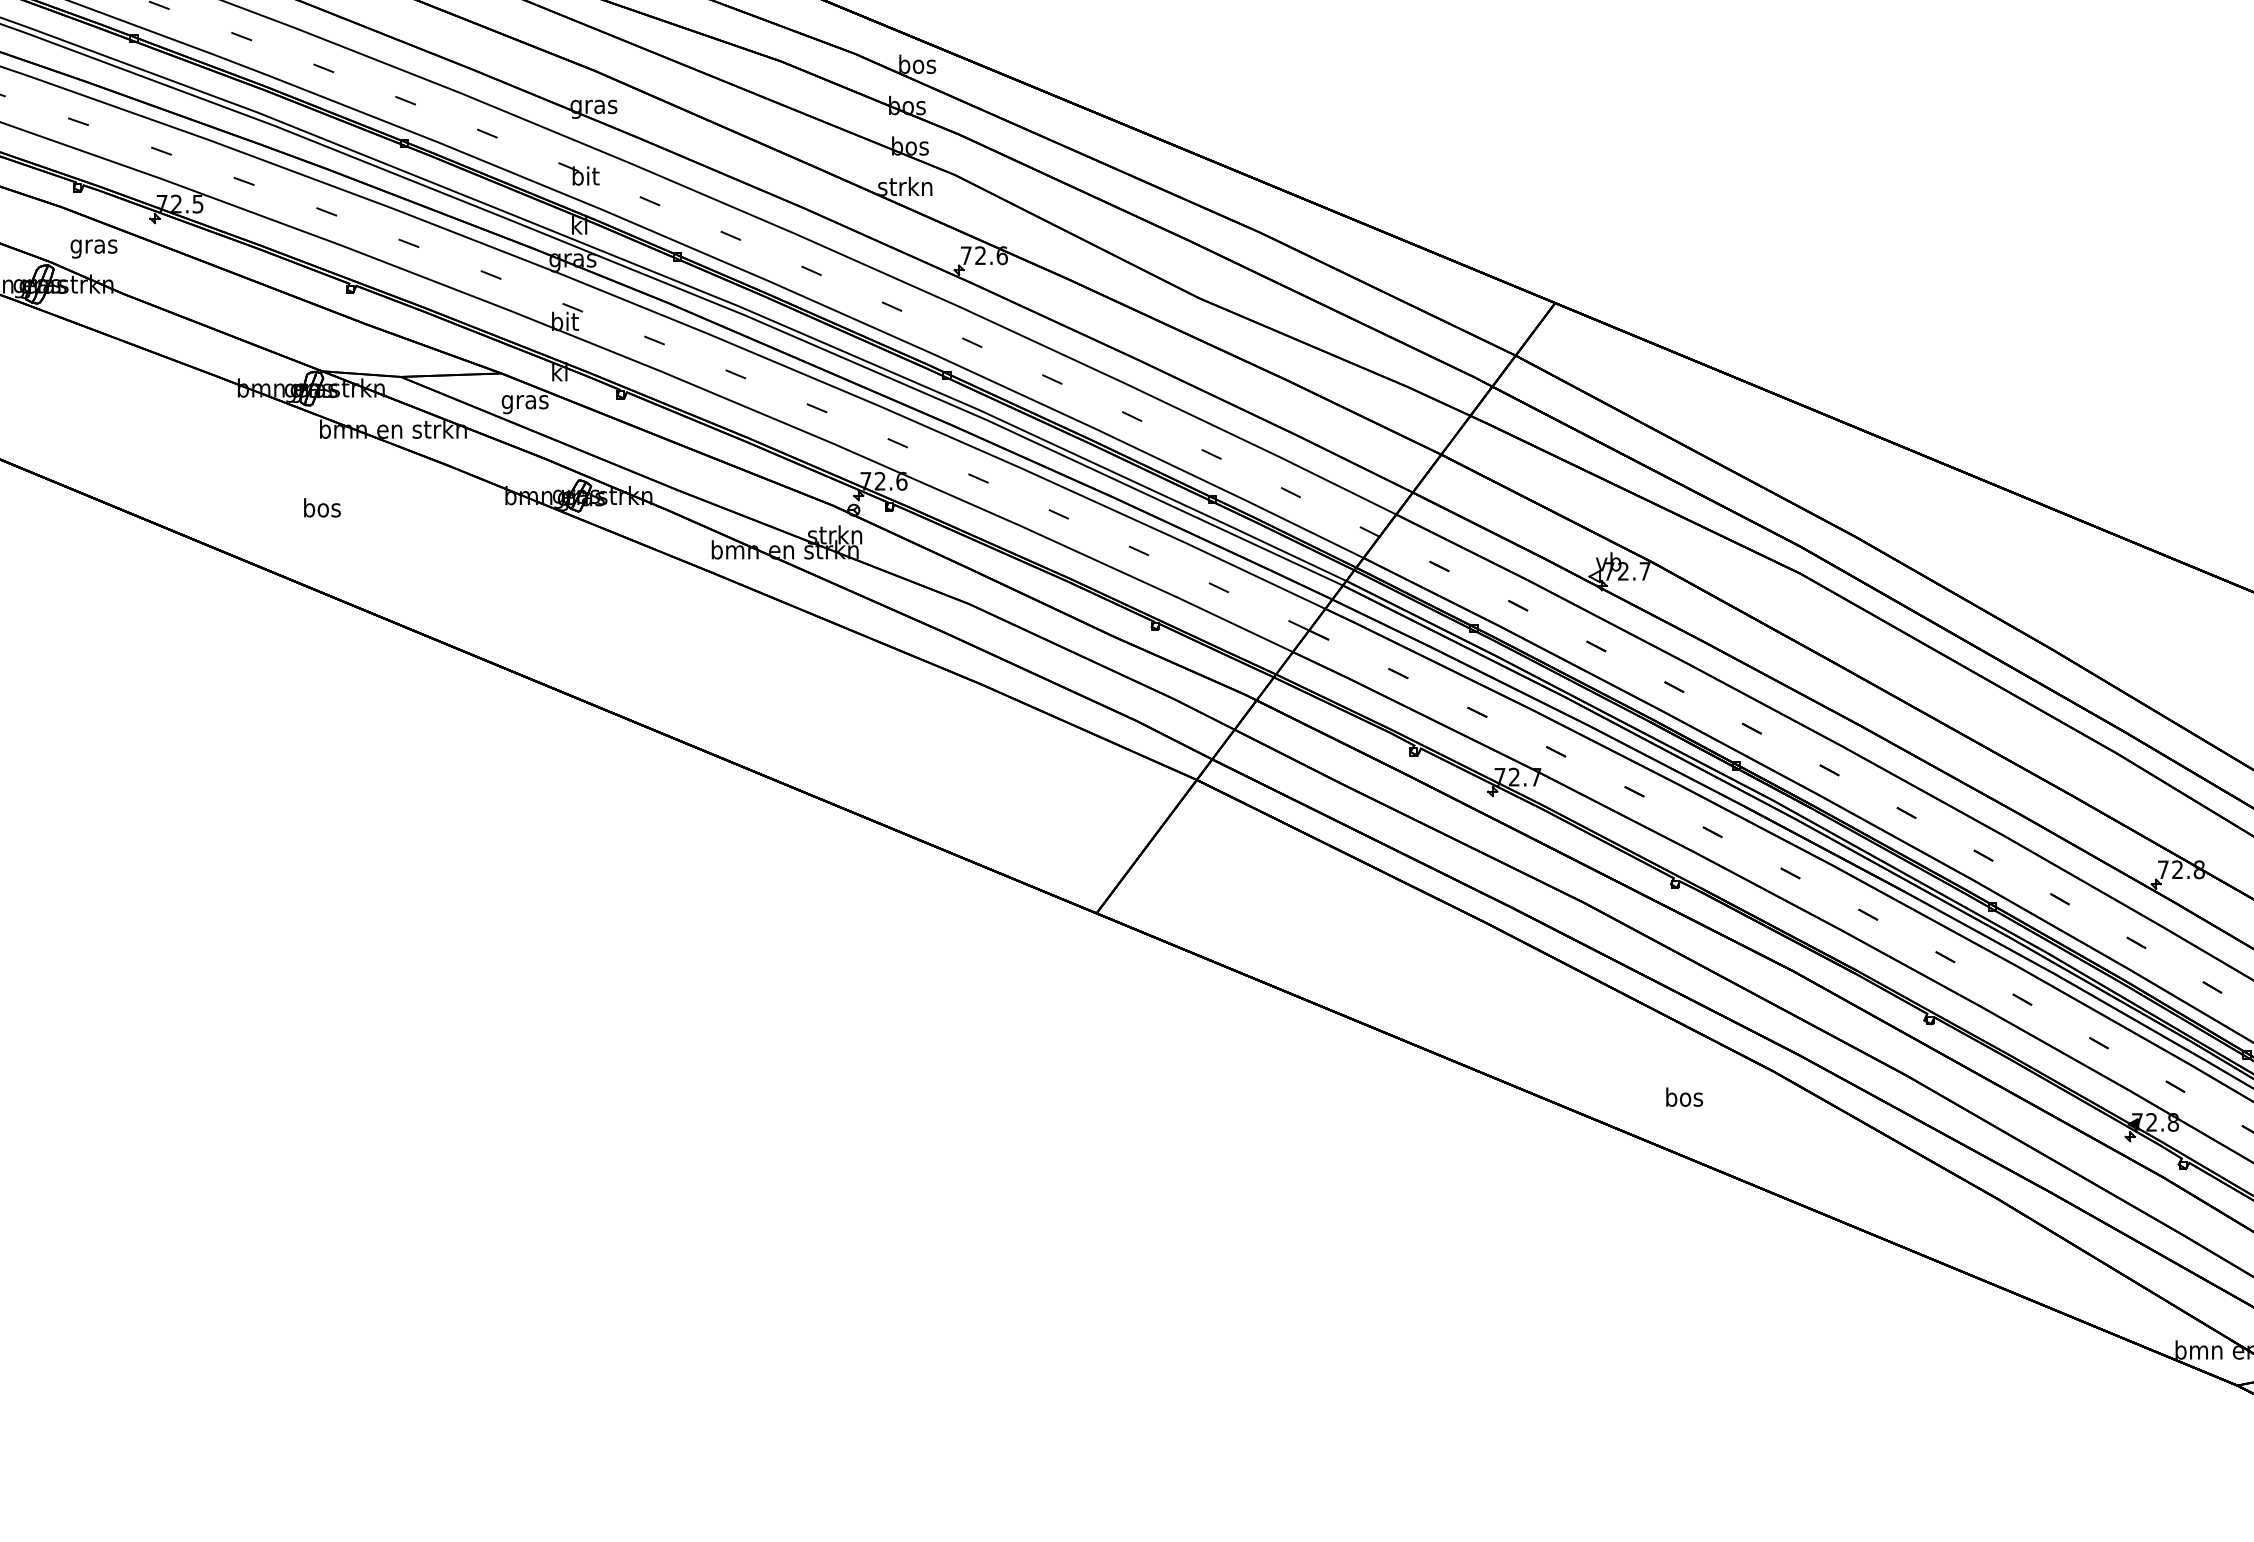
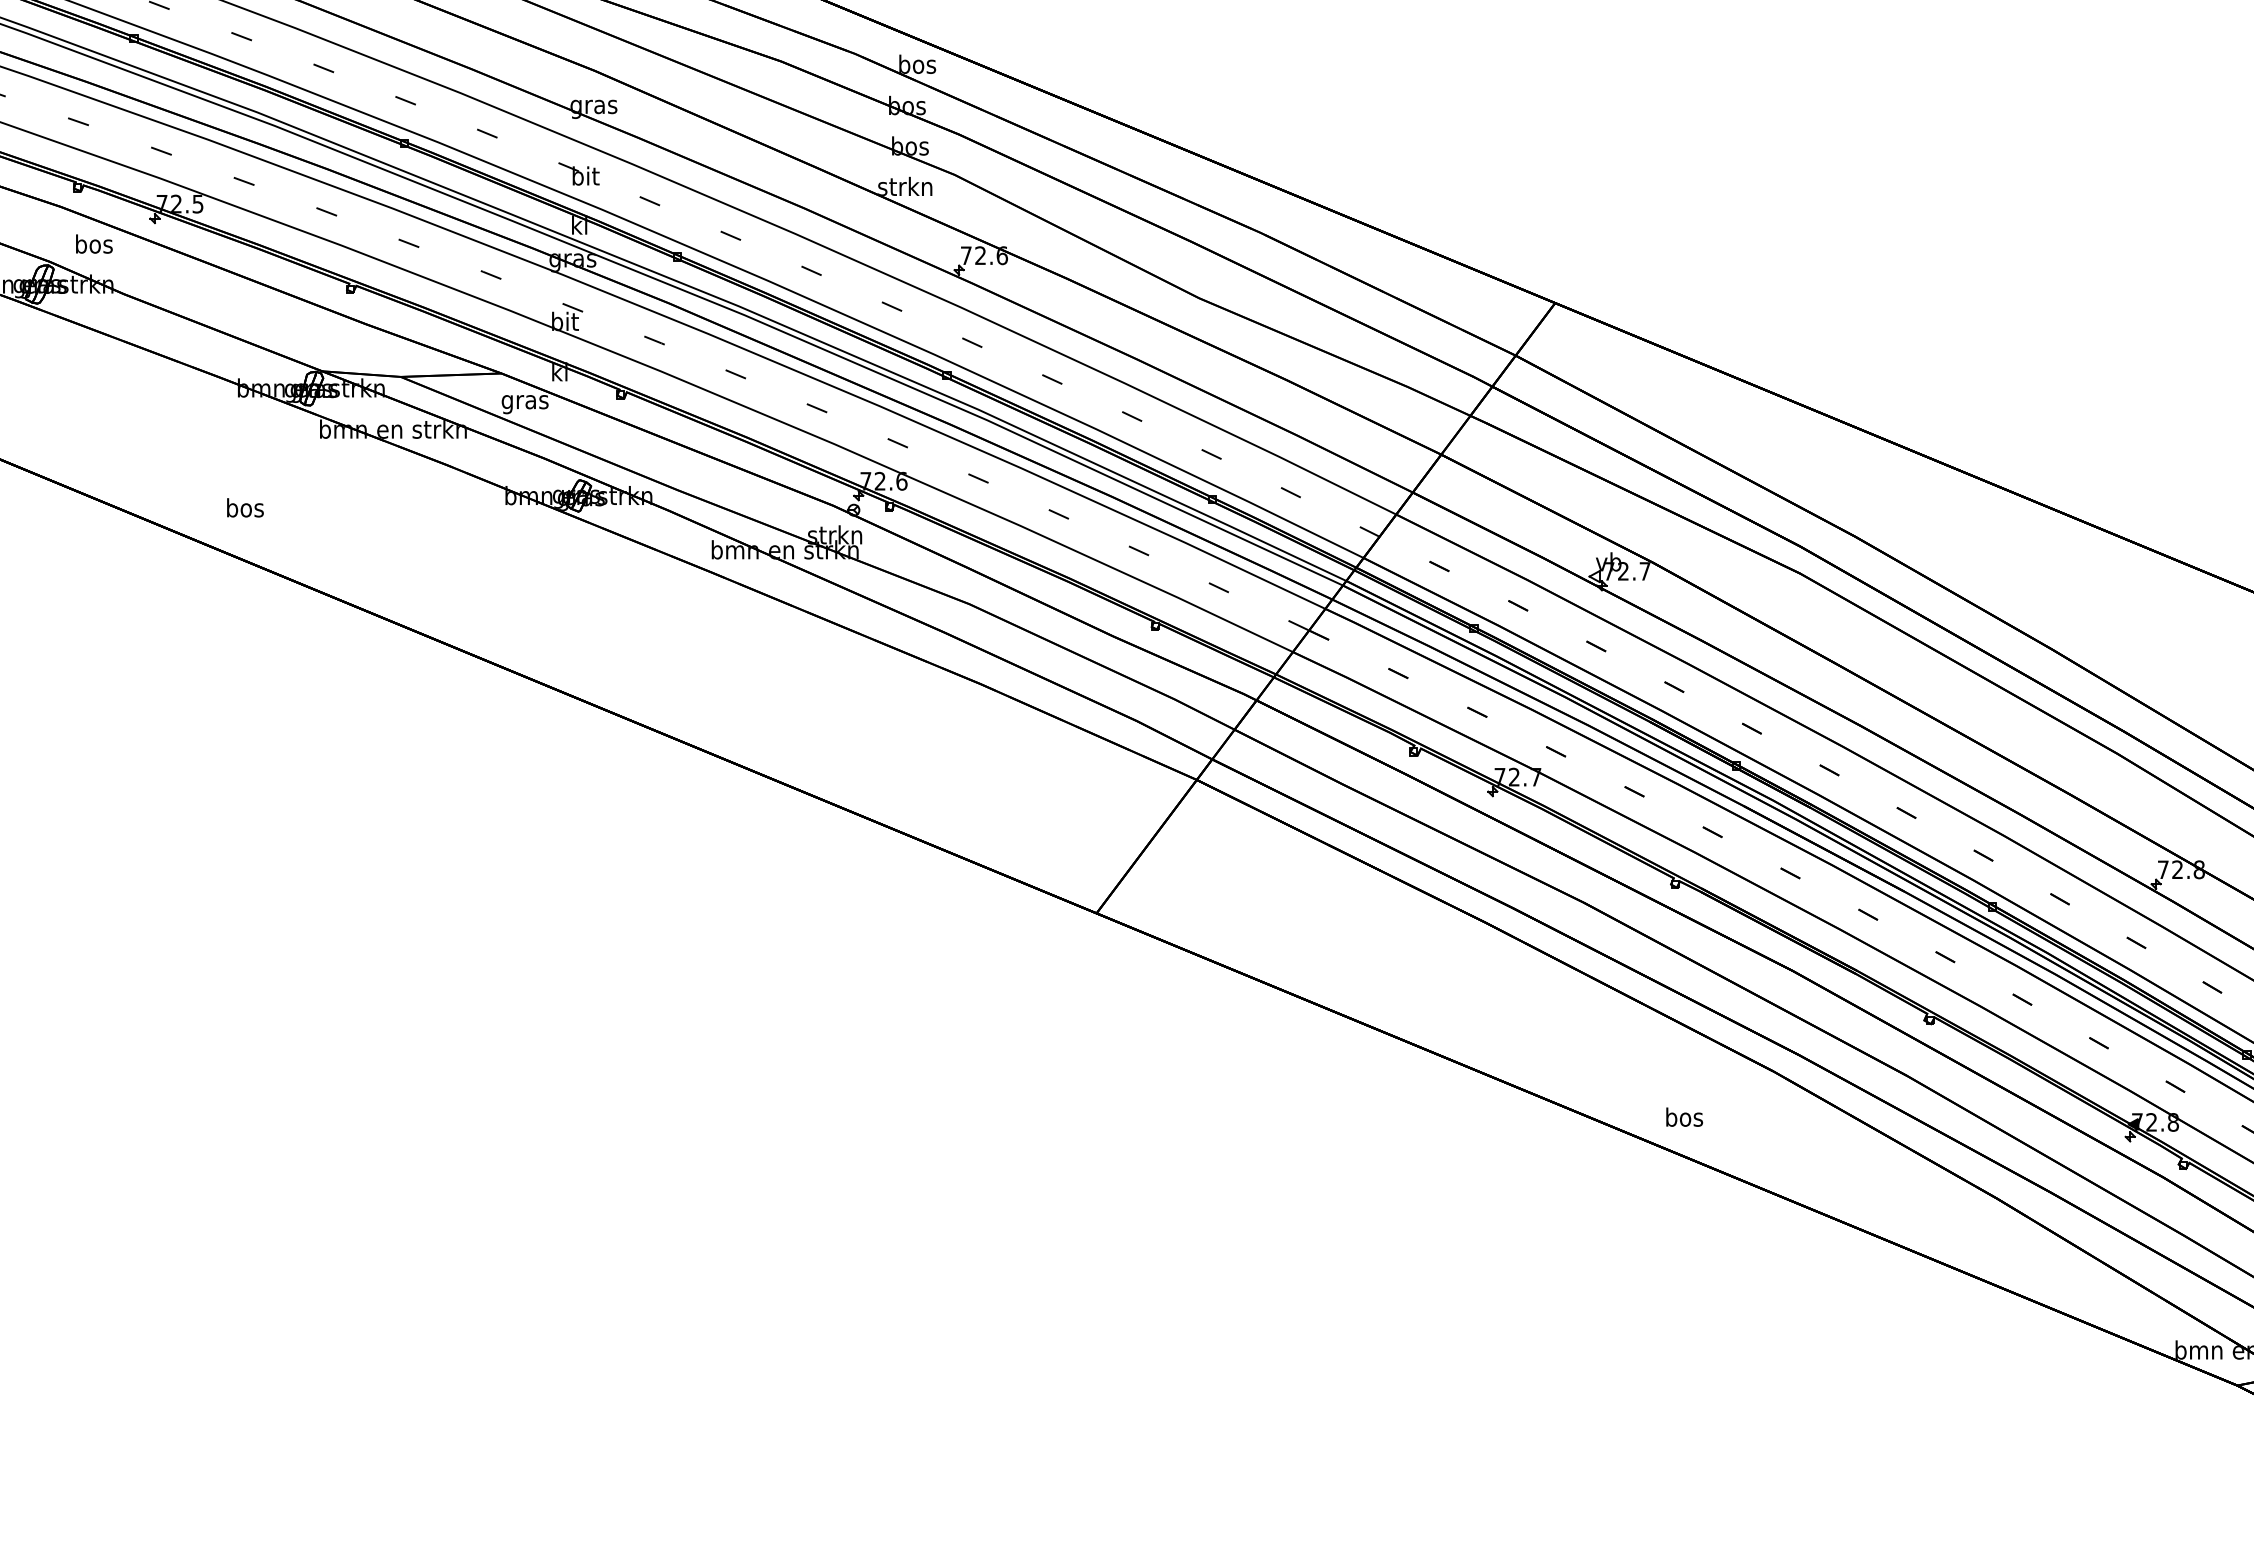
text at (93, 246): gras -> bos
text at (322, 507) position: (322, 507) -> (245, 507)
text at (1684, 1096) position: (1684, 1096) -> (1684, 1116)
